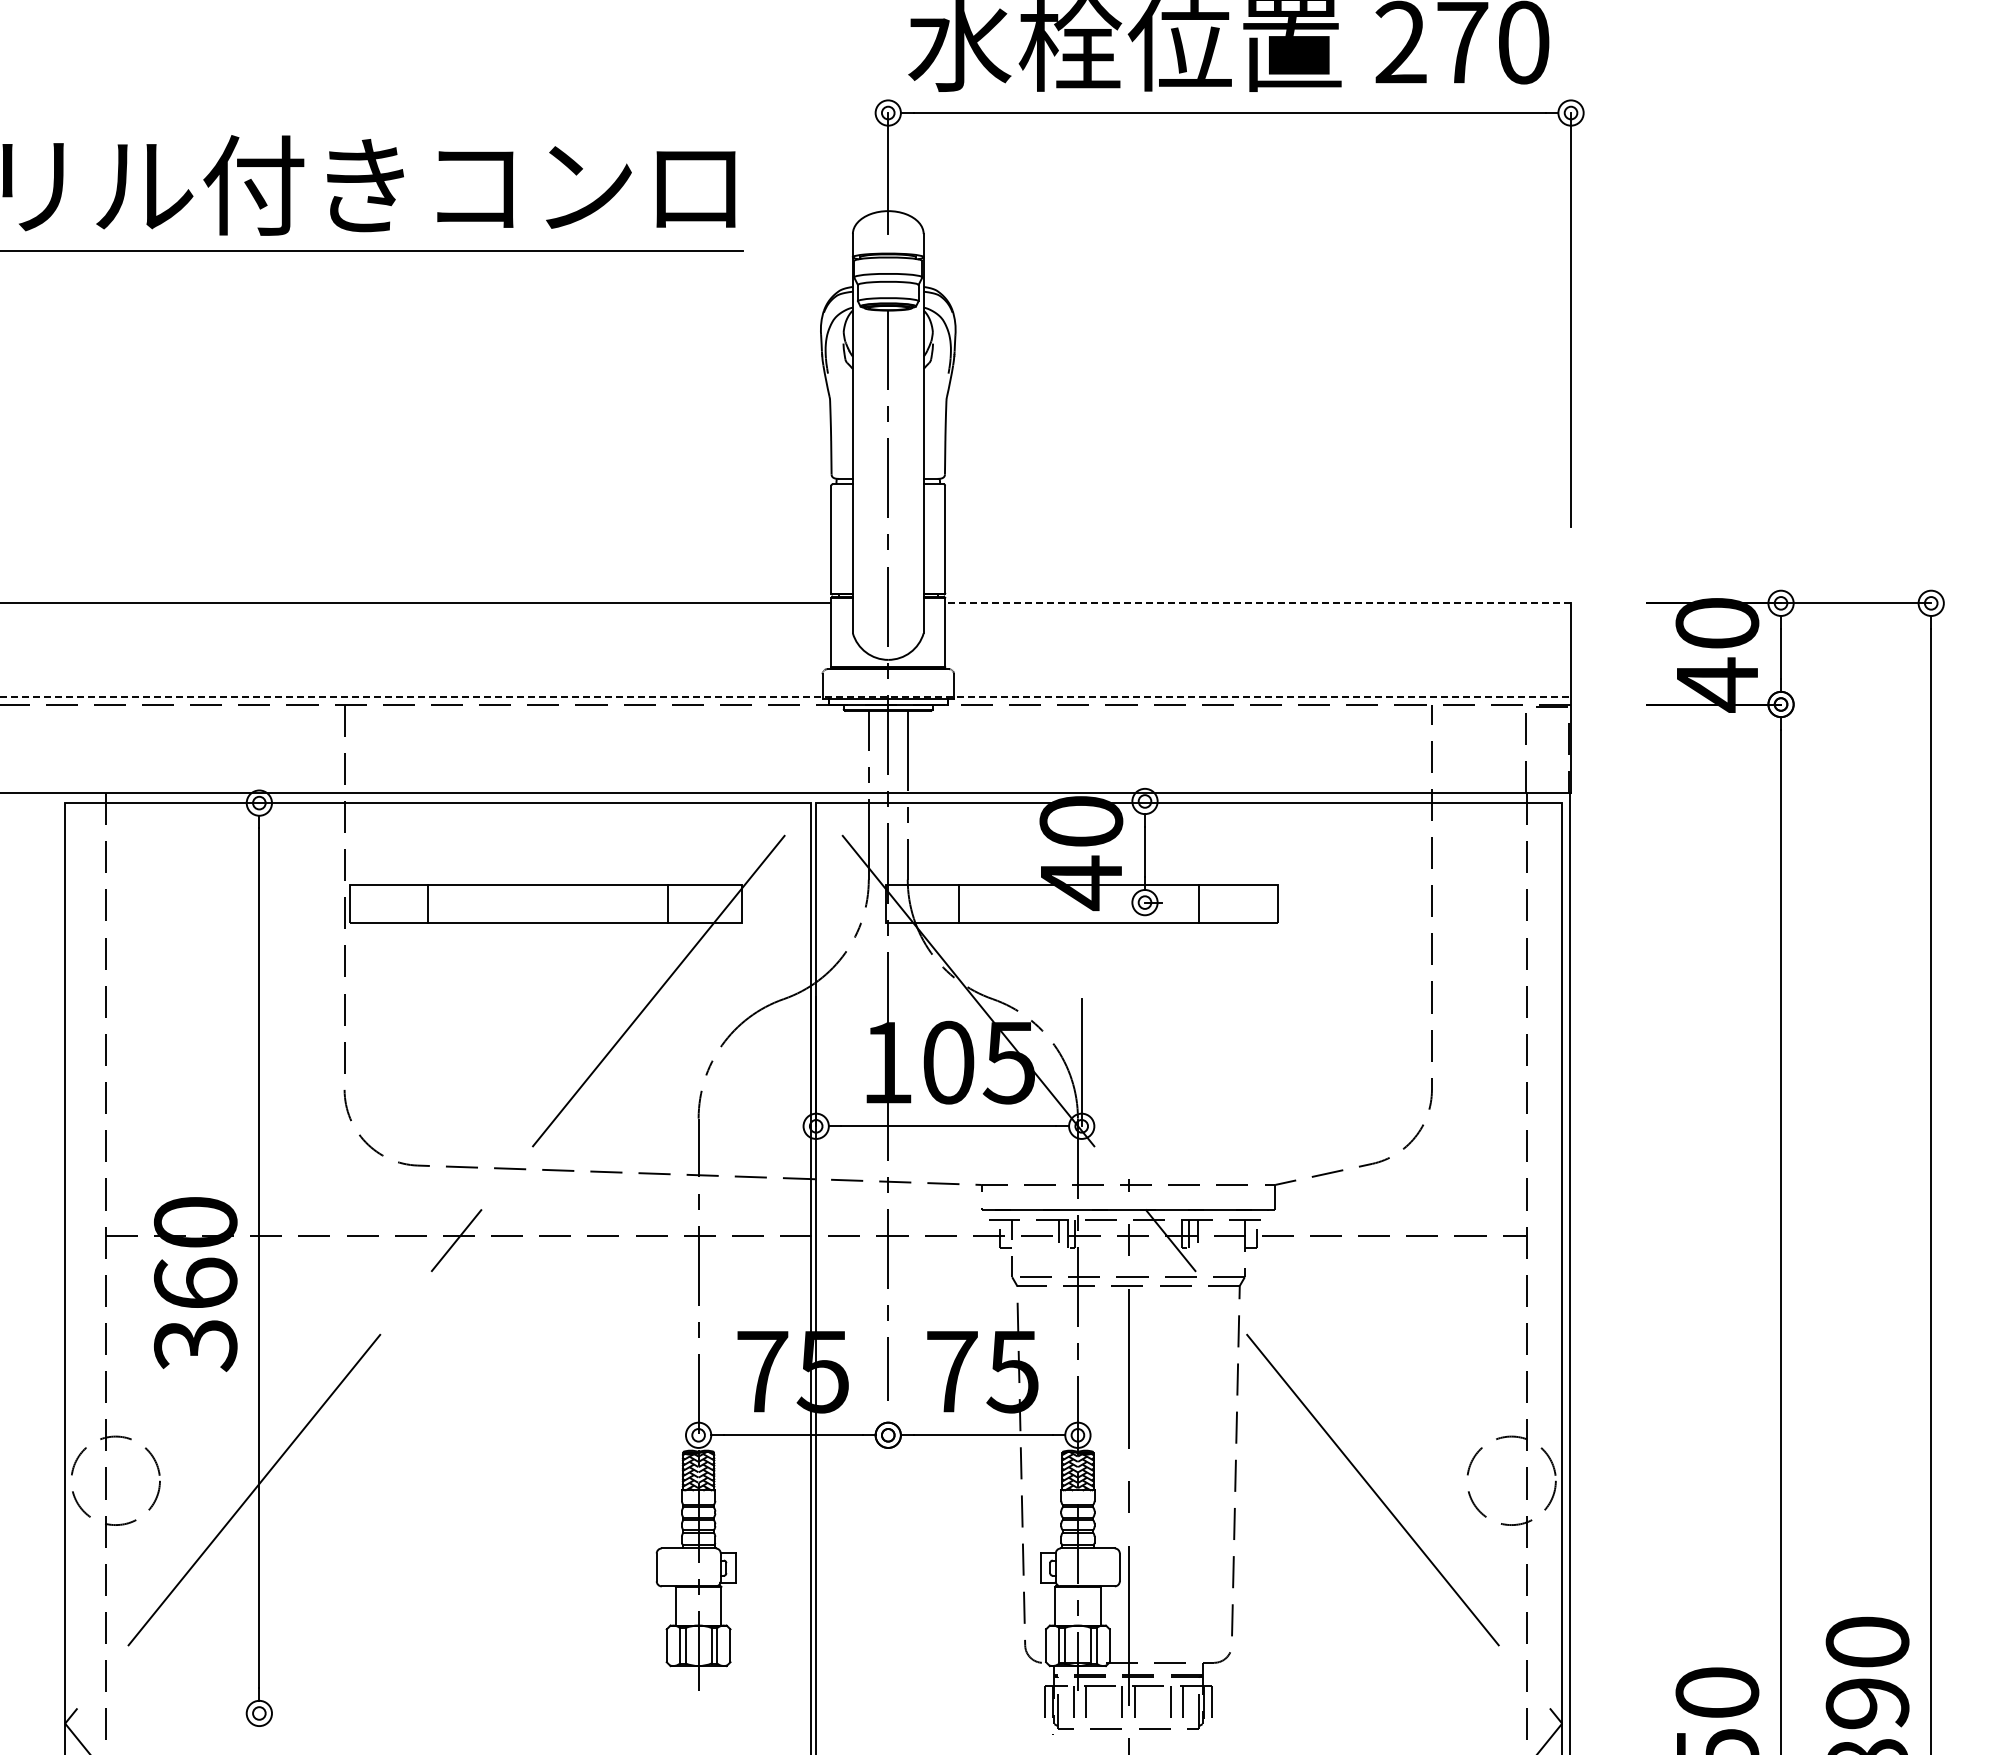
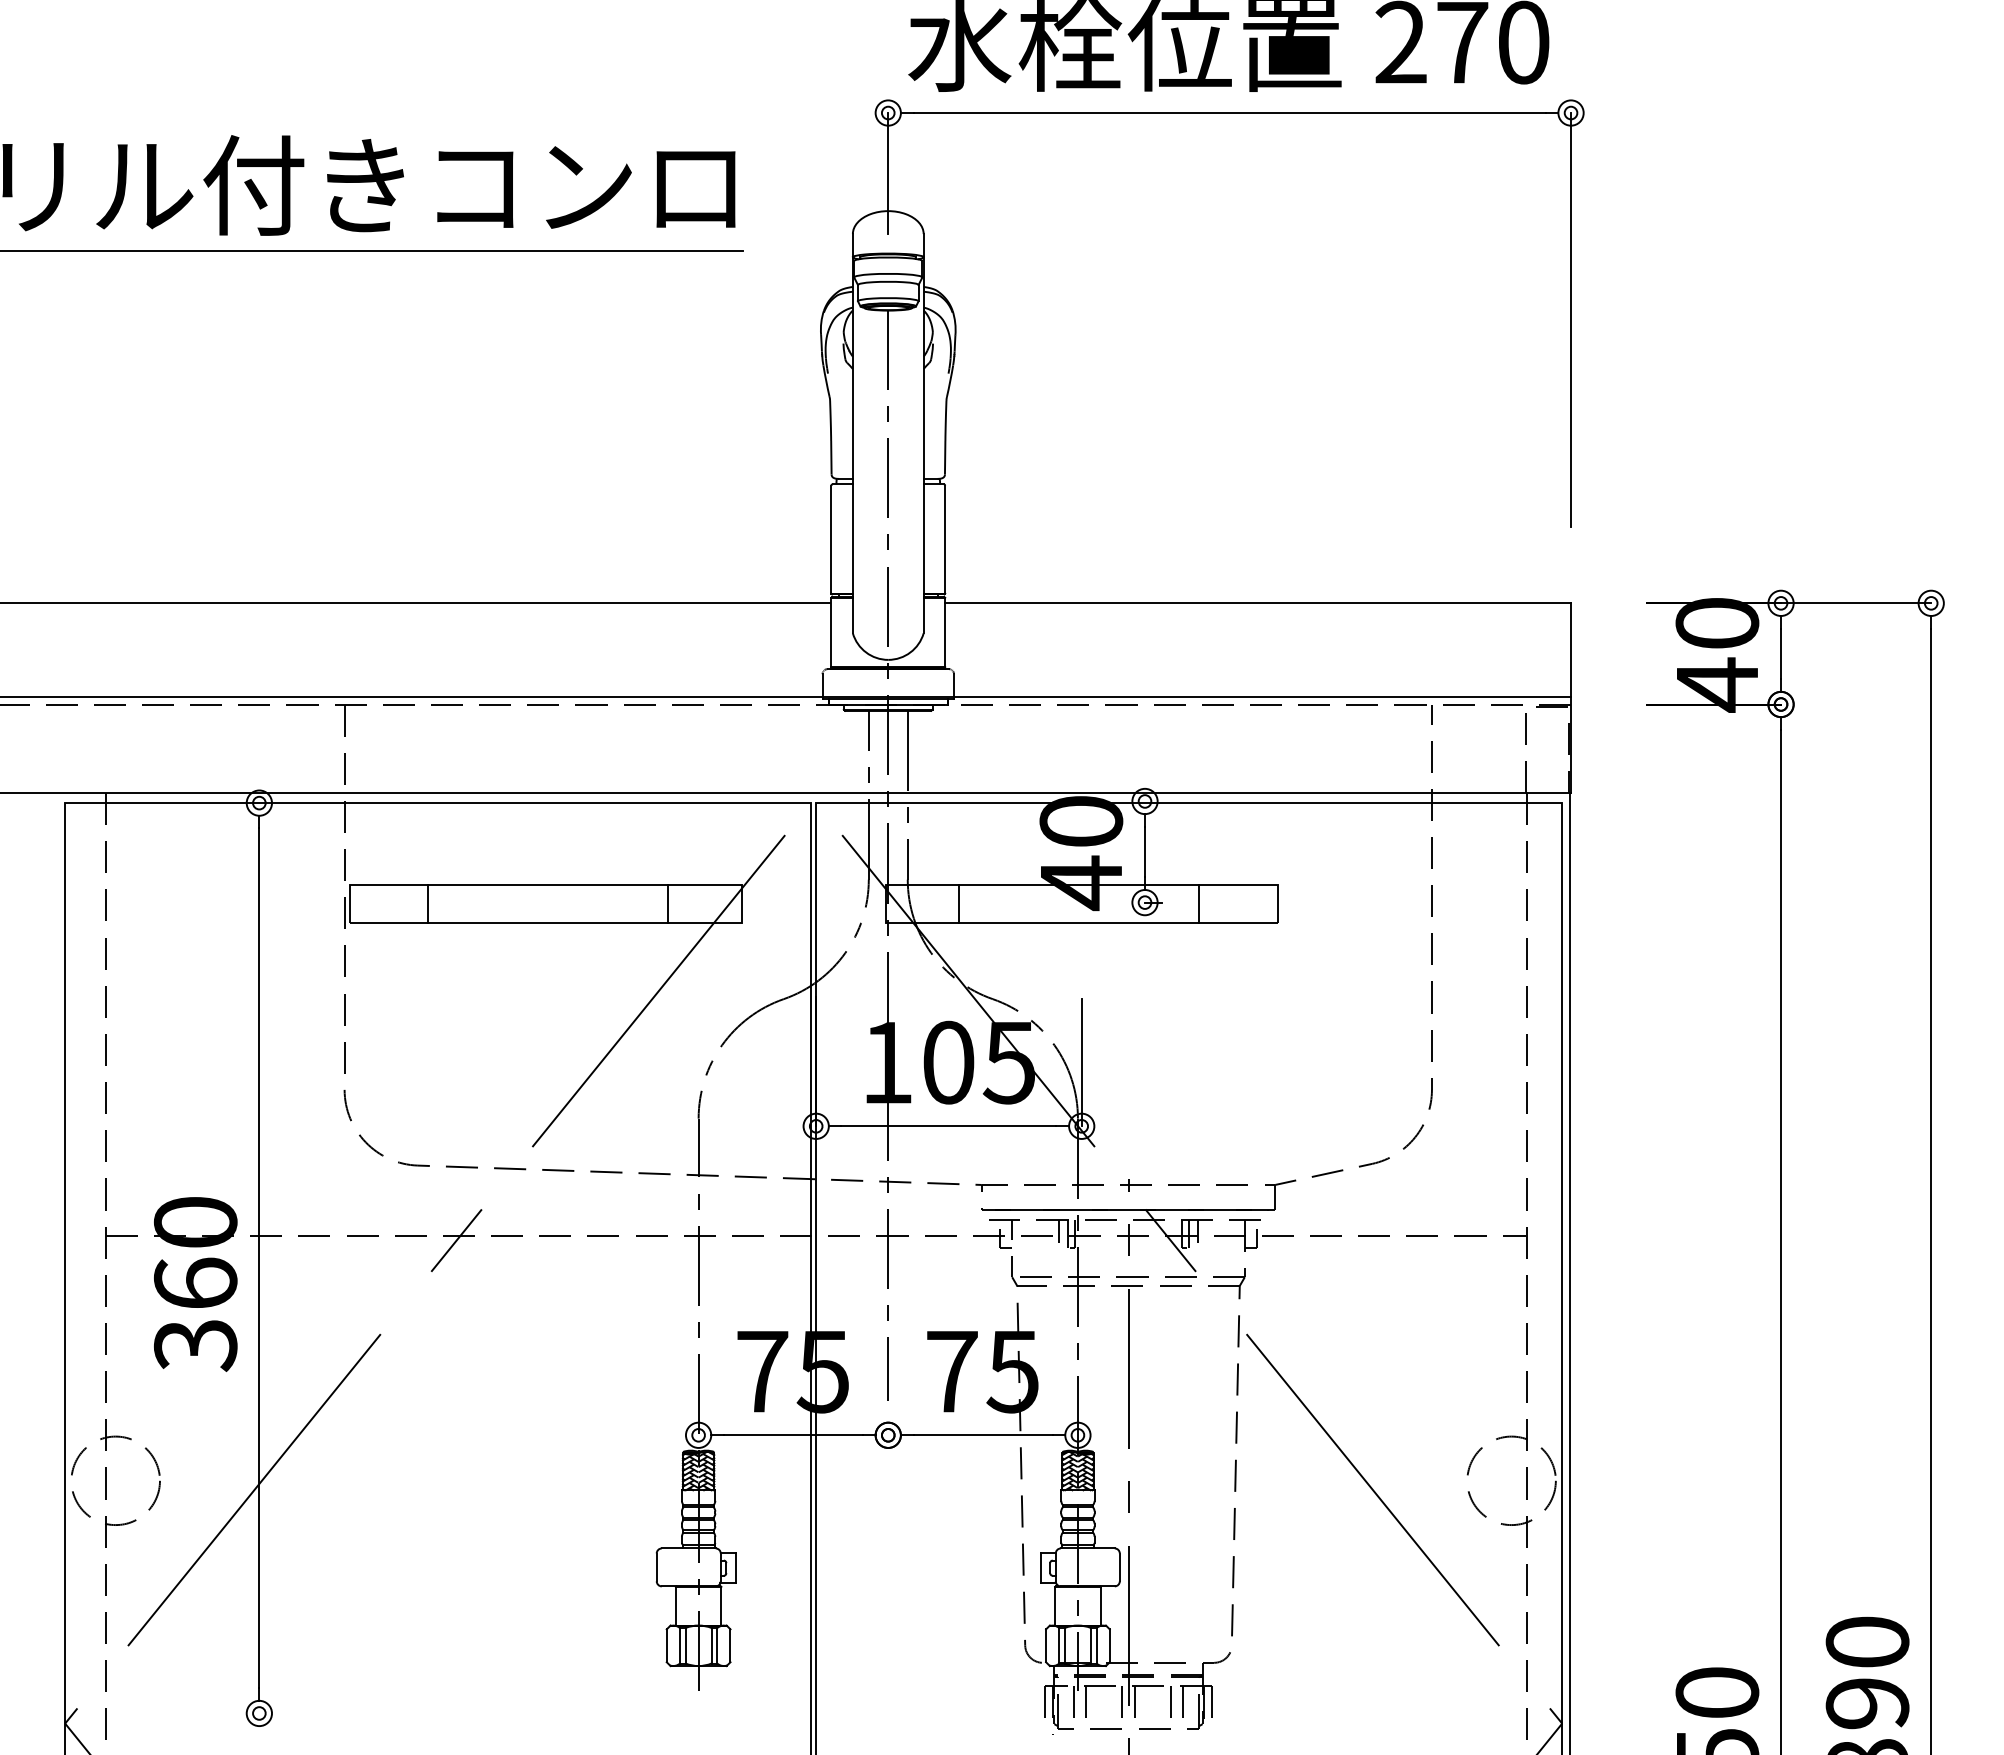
line at (1258, 603): dashed -> solid
line at (786, 696): dashed -> solid
